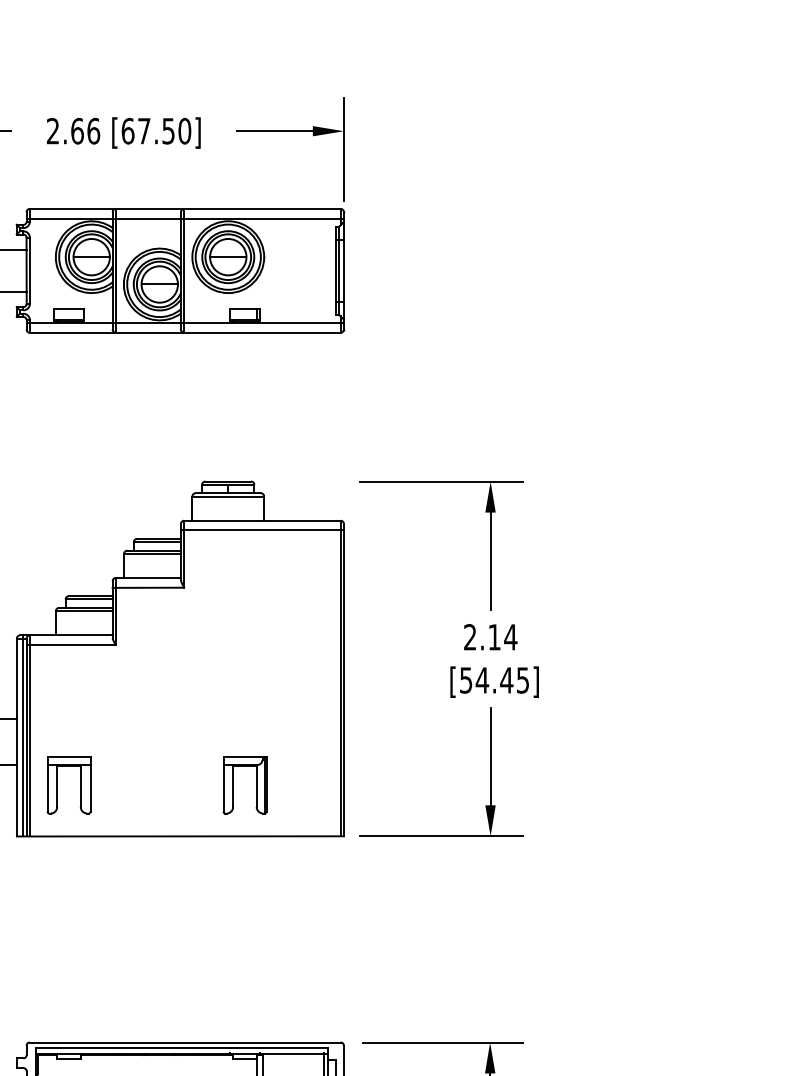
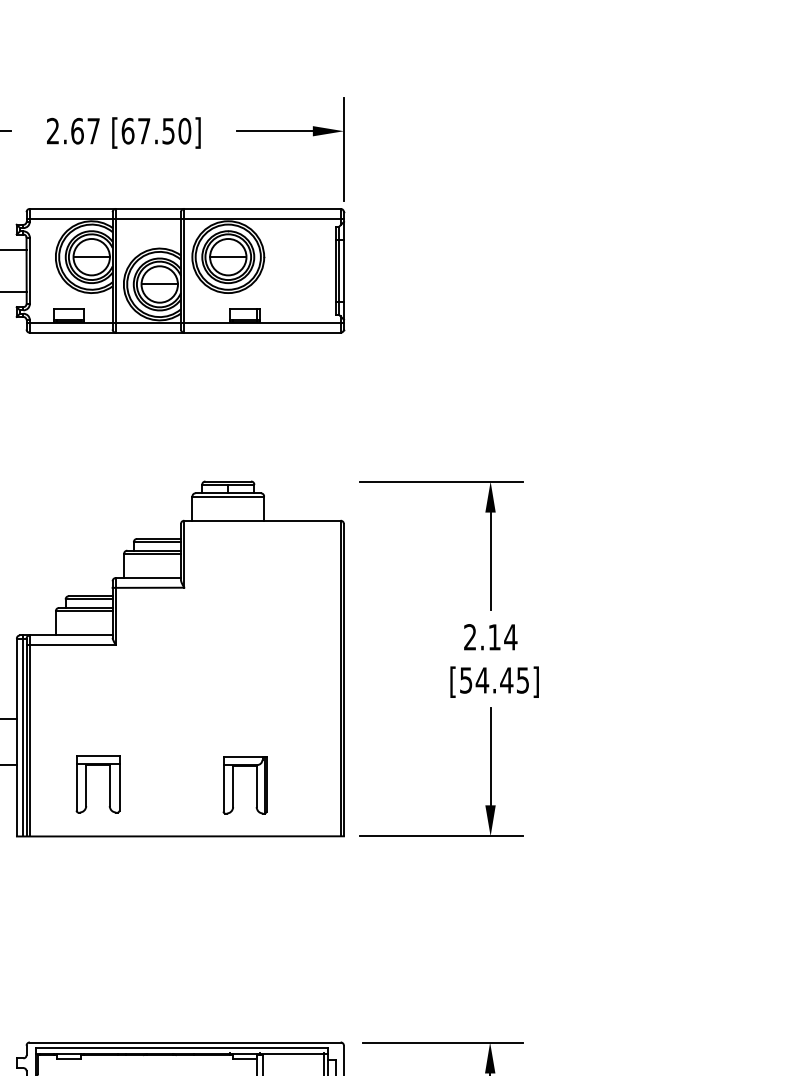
text at (93, 130): 2.66 -> 2.67
line at (262, 530): present -> none
part at (57, 785) position: (57, 785) -> (86, 784)
